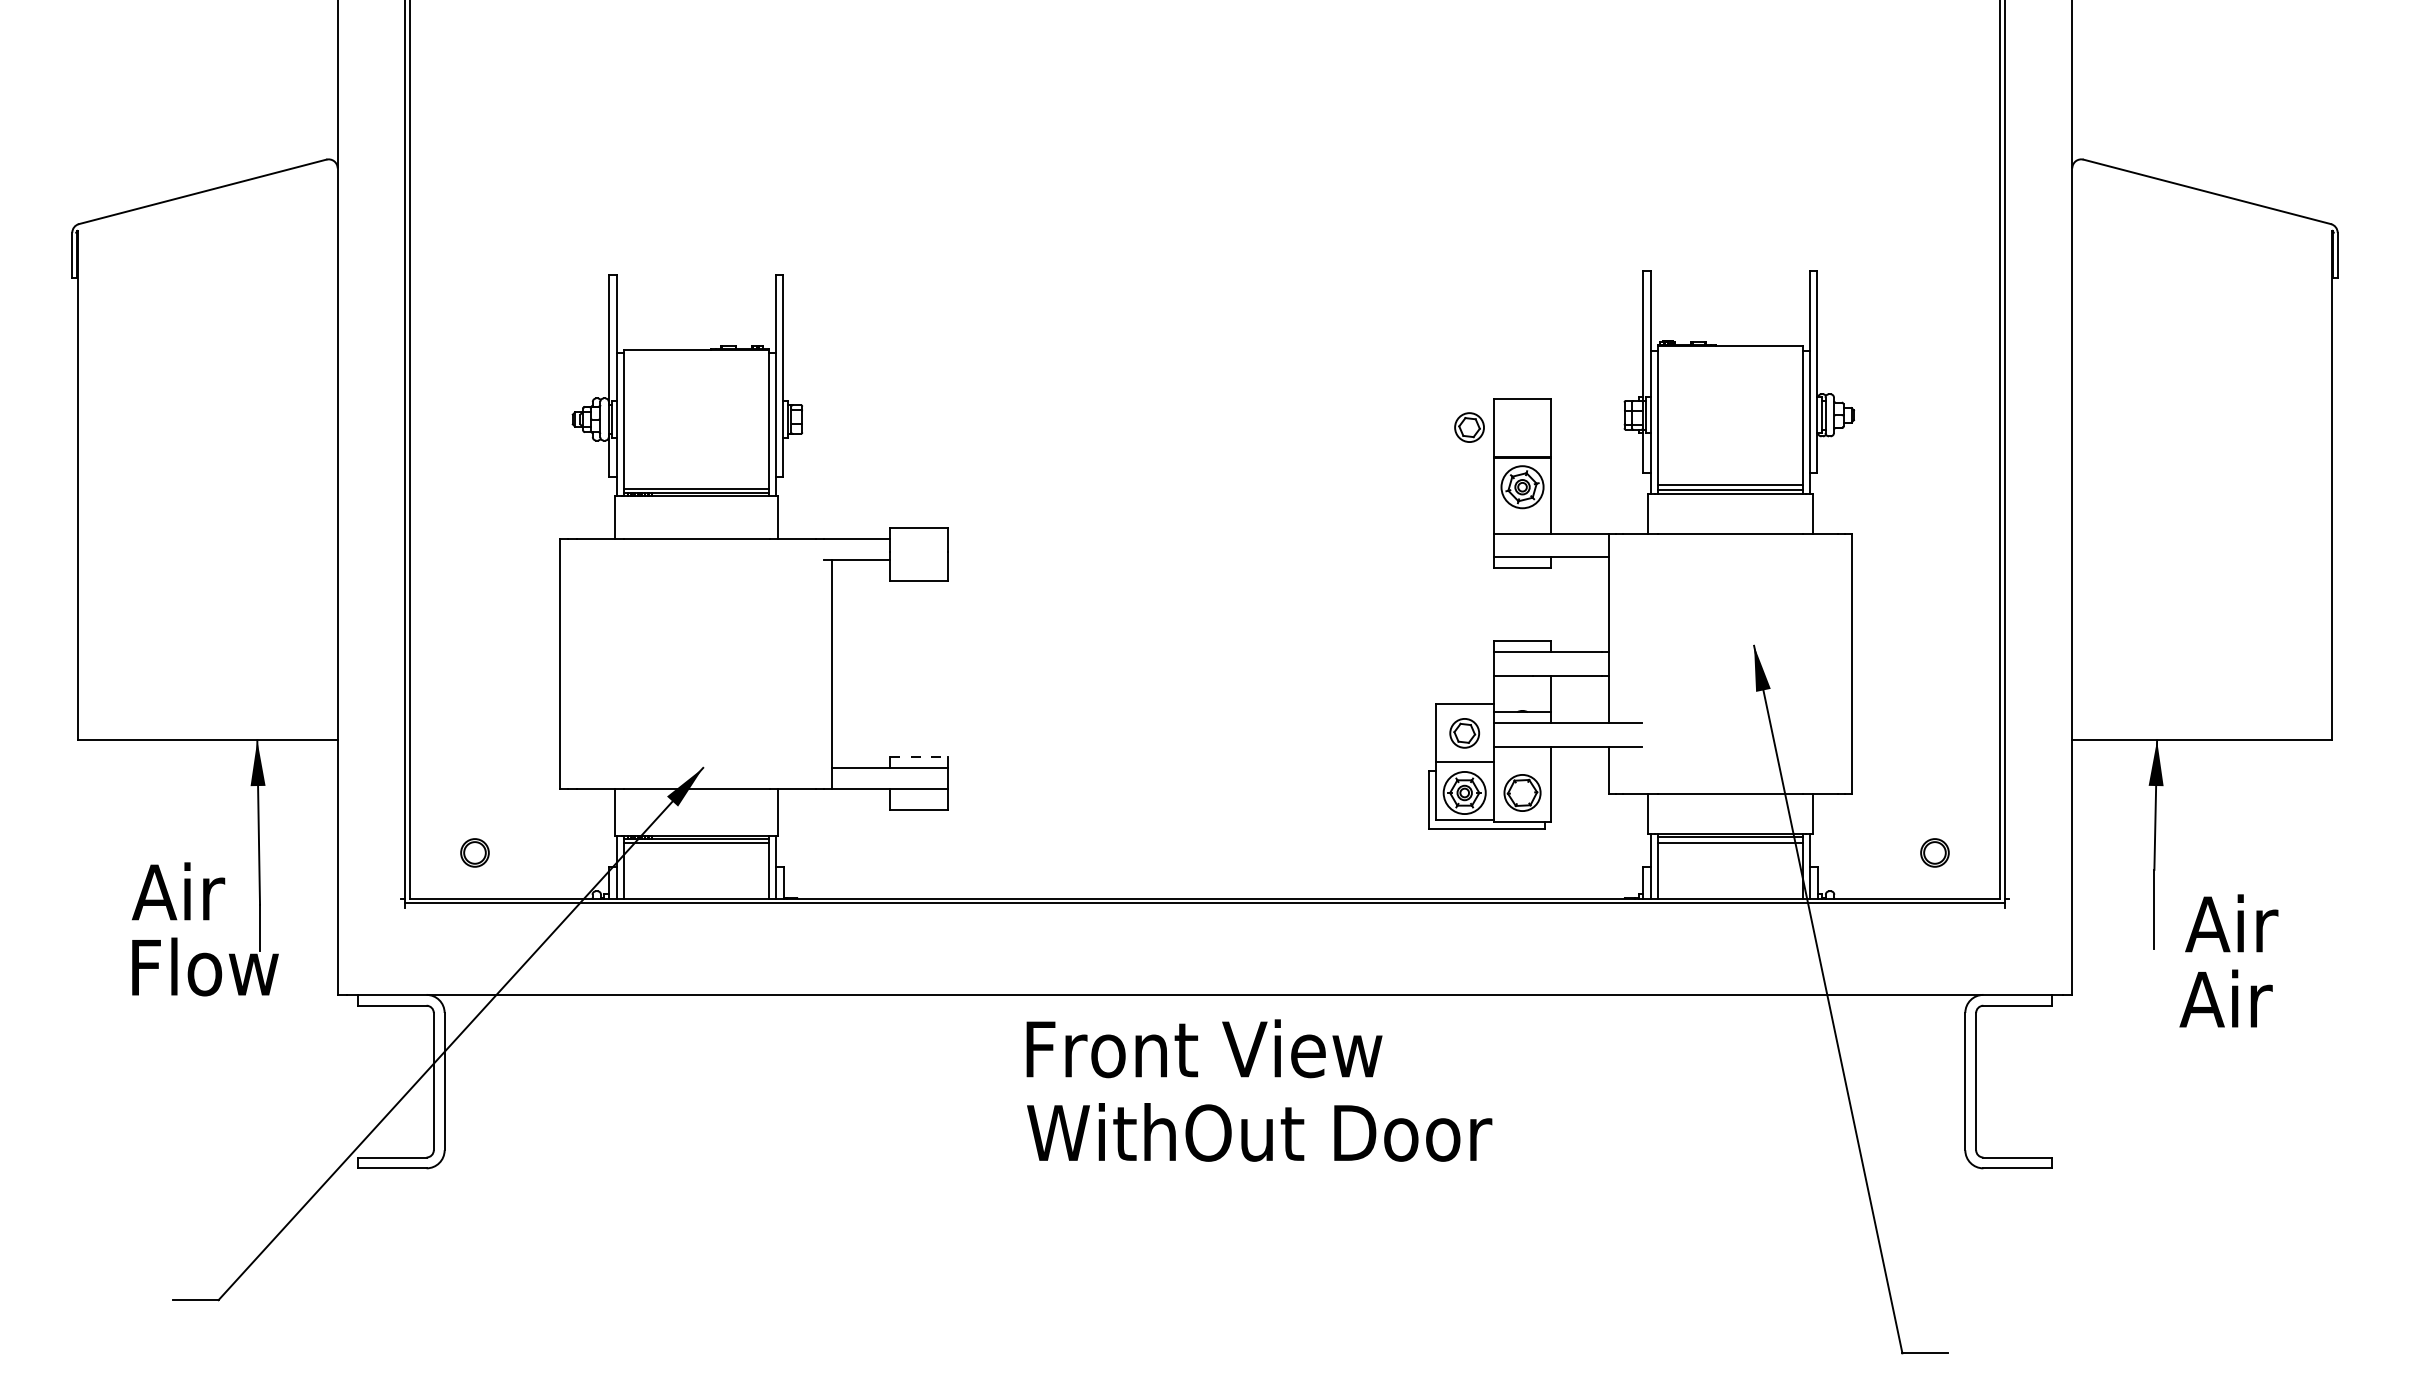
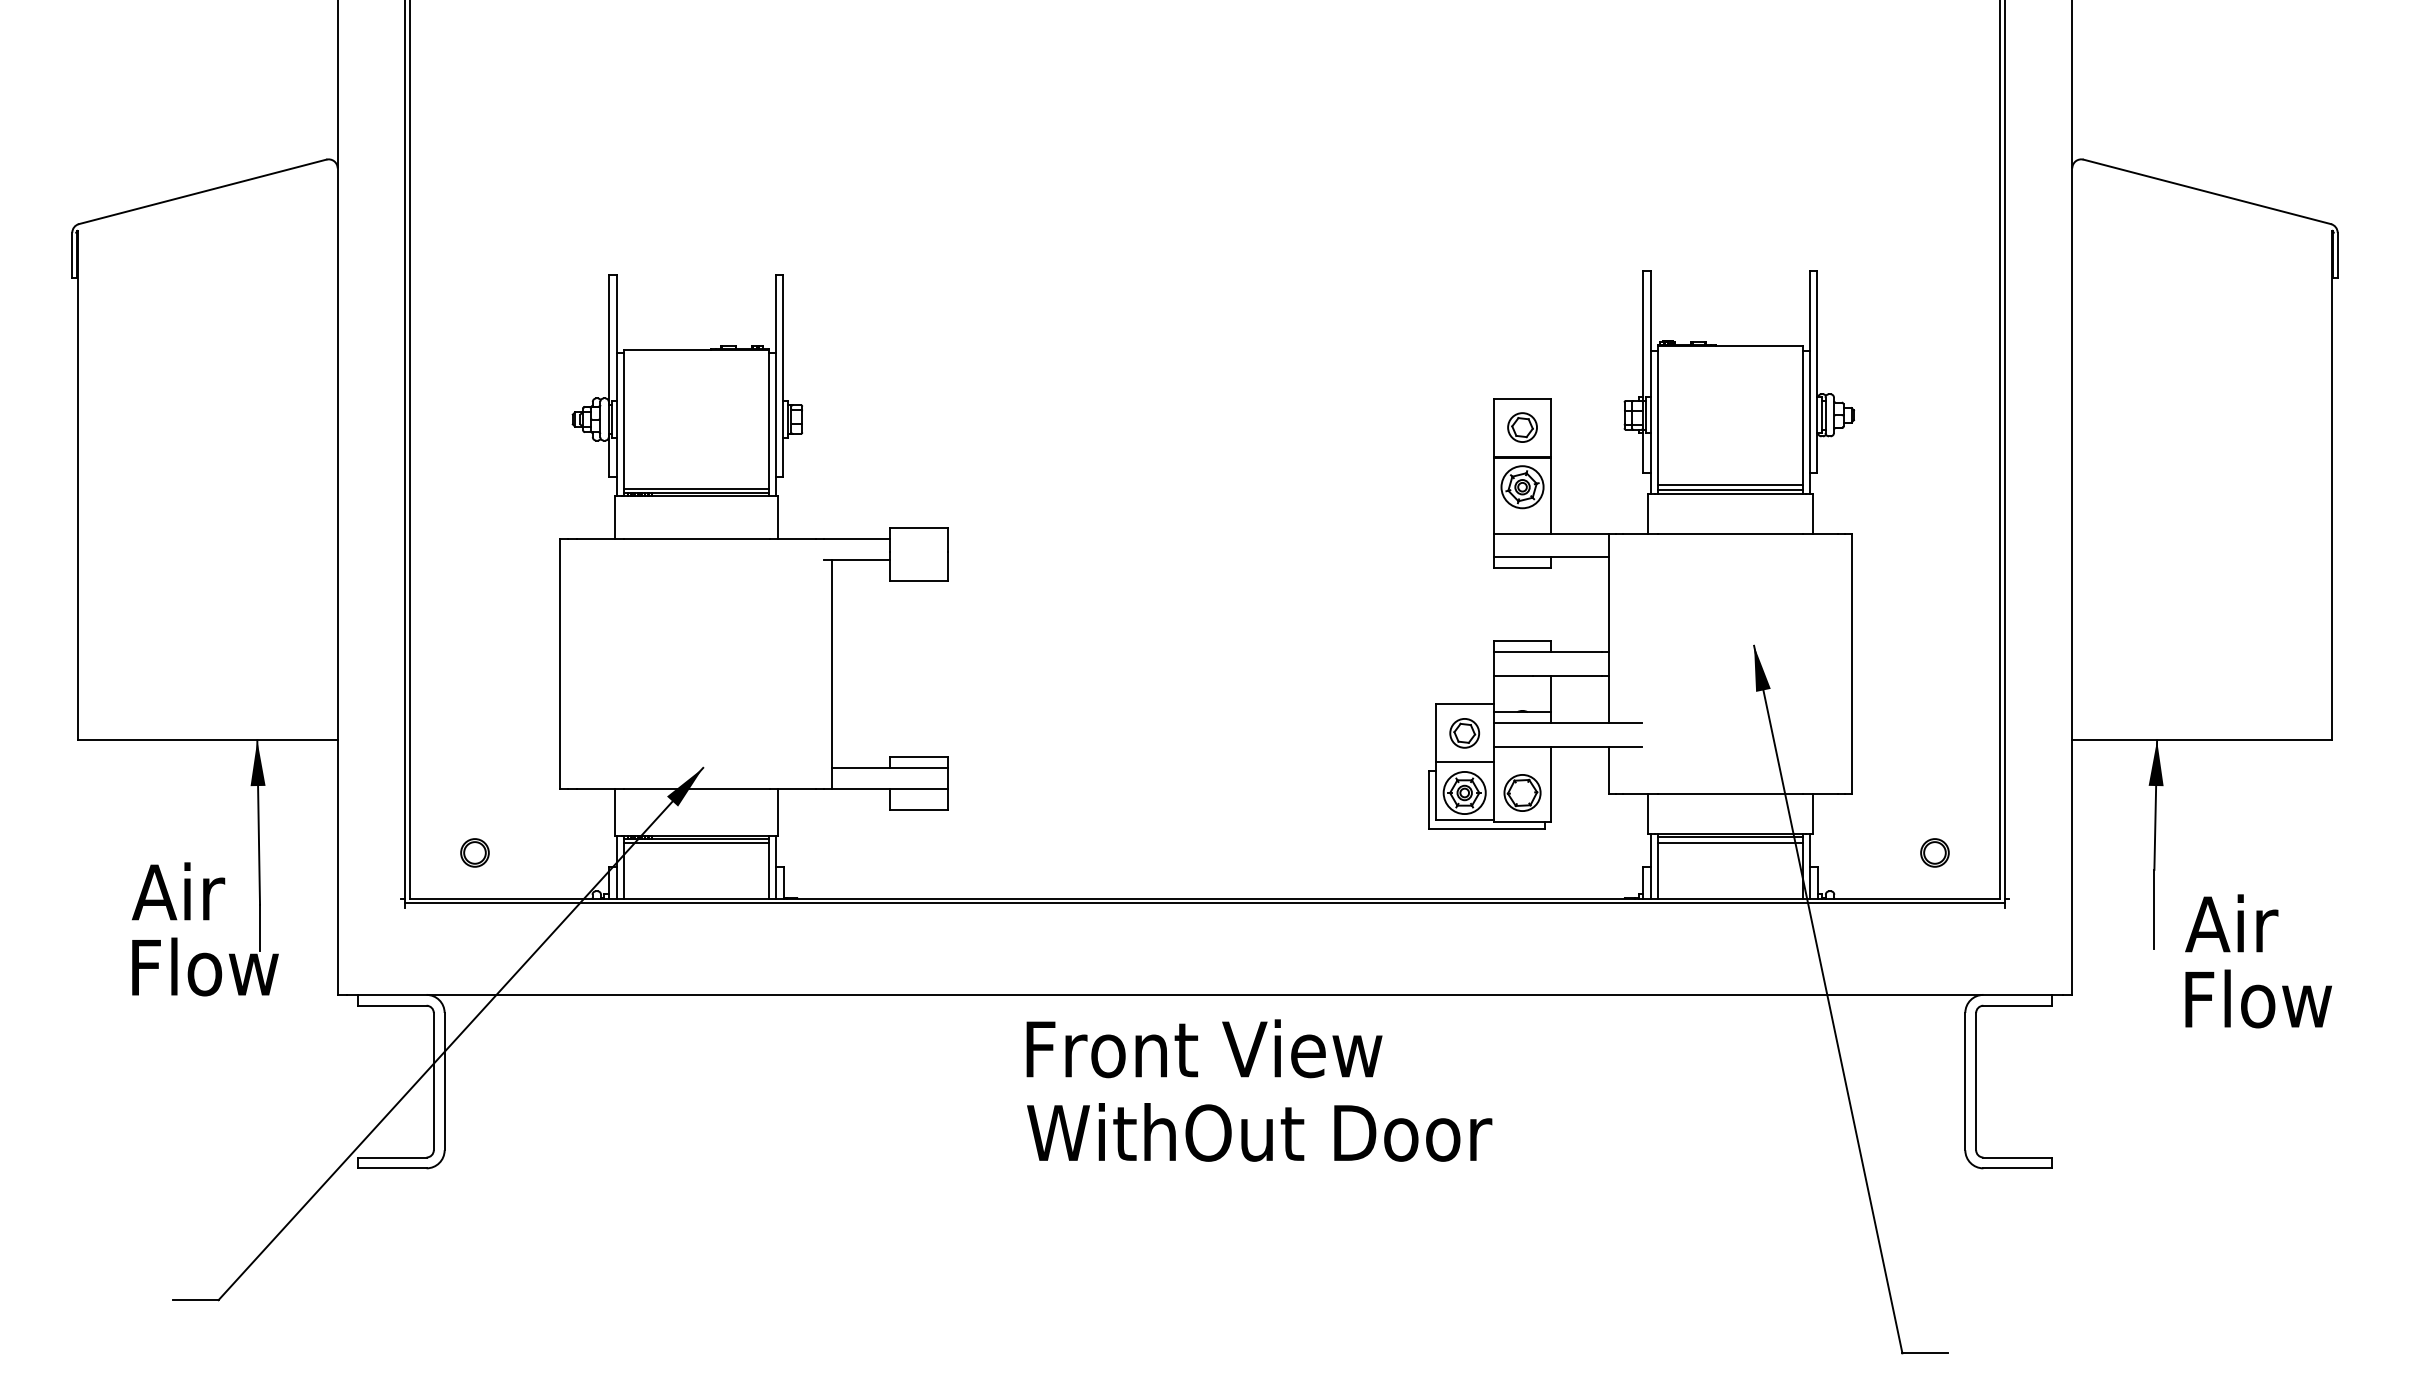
part at (1469, 427) position: (1469, 427) -> (1522, 427)
line at (918, 757): dashed -> solid
text at (2255, 998): Air -> Flow
